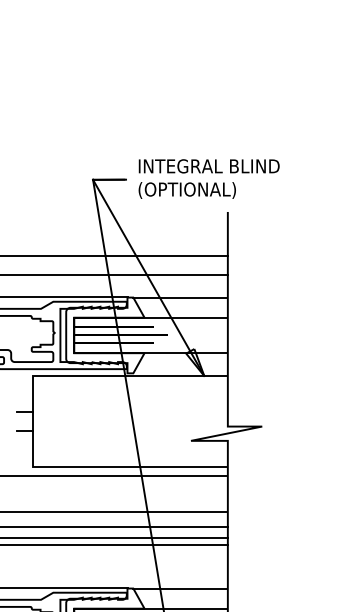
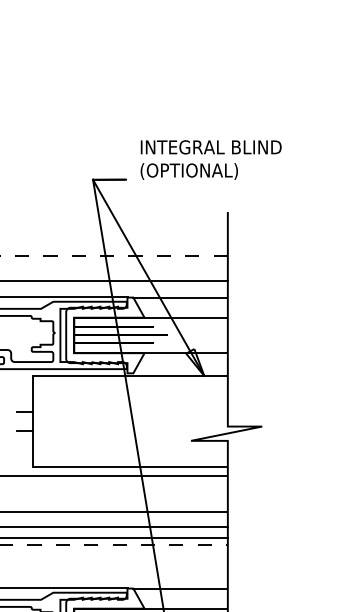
text at (208, 178) position: (208, 178) -> (210, 159)
line at (113, 256): solid -> dashed
line at (114, 274) position: (114, 274) -> (114, 280)
line at (113, 545): solid -> dashed
